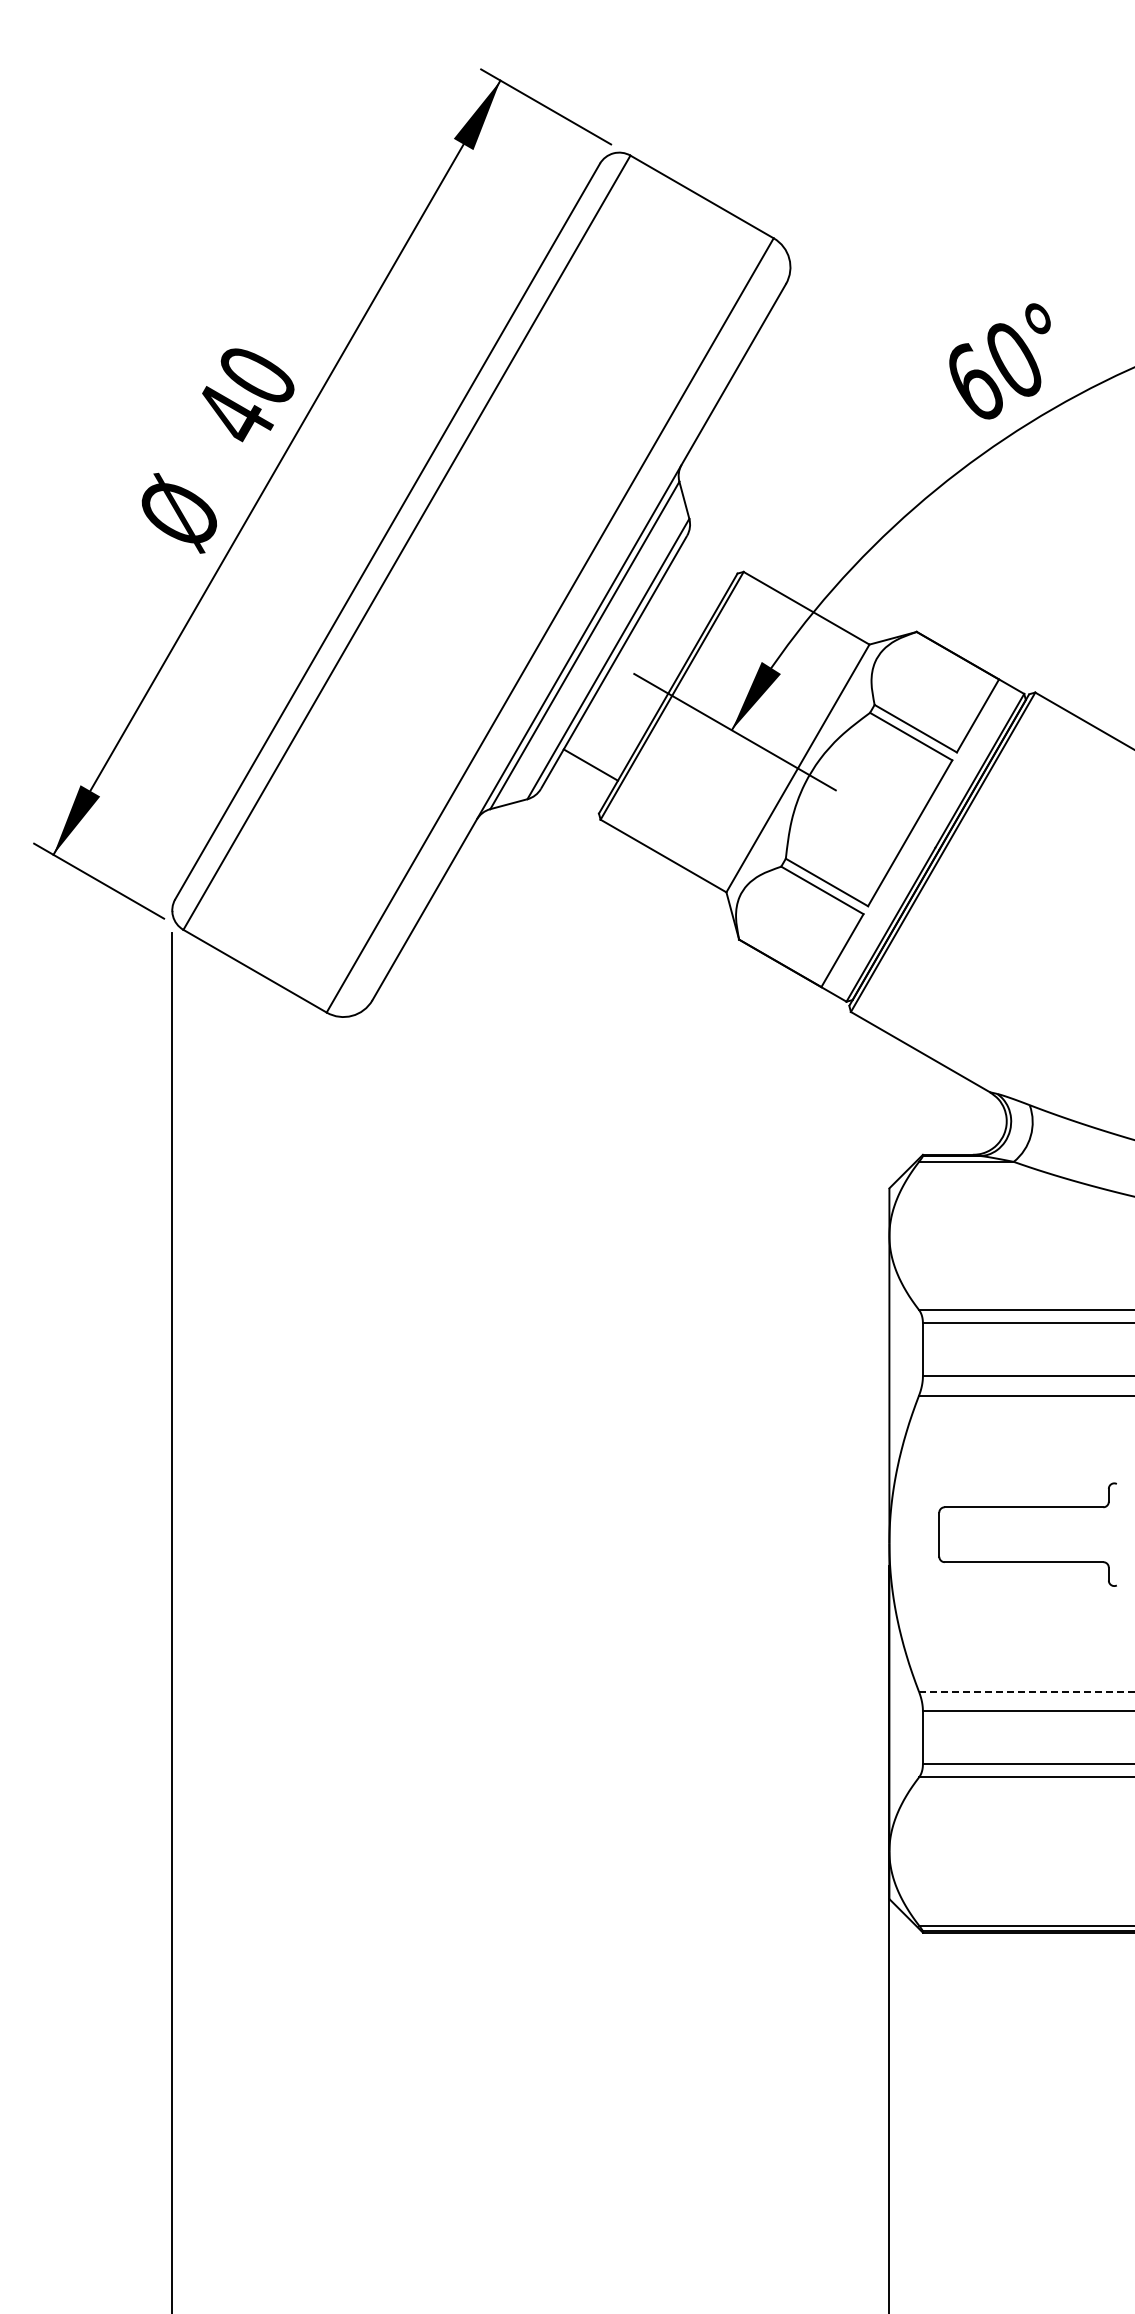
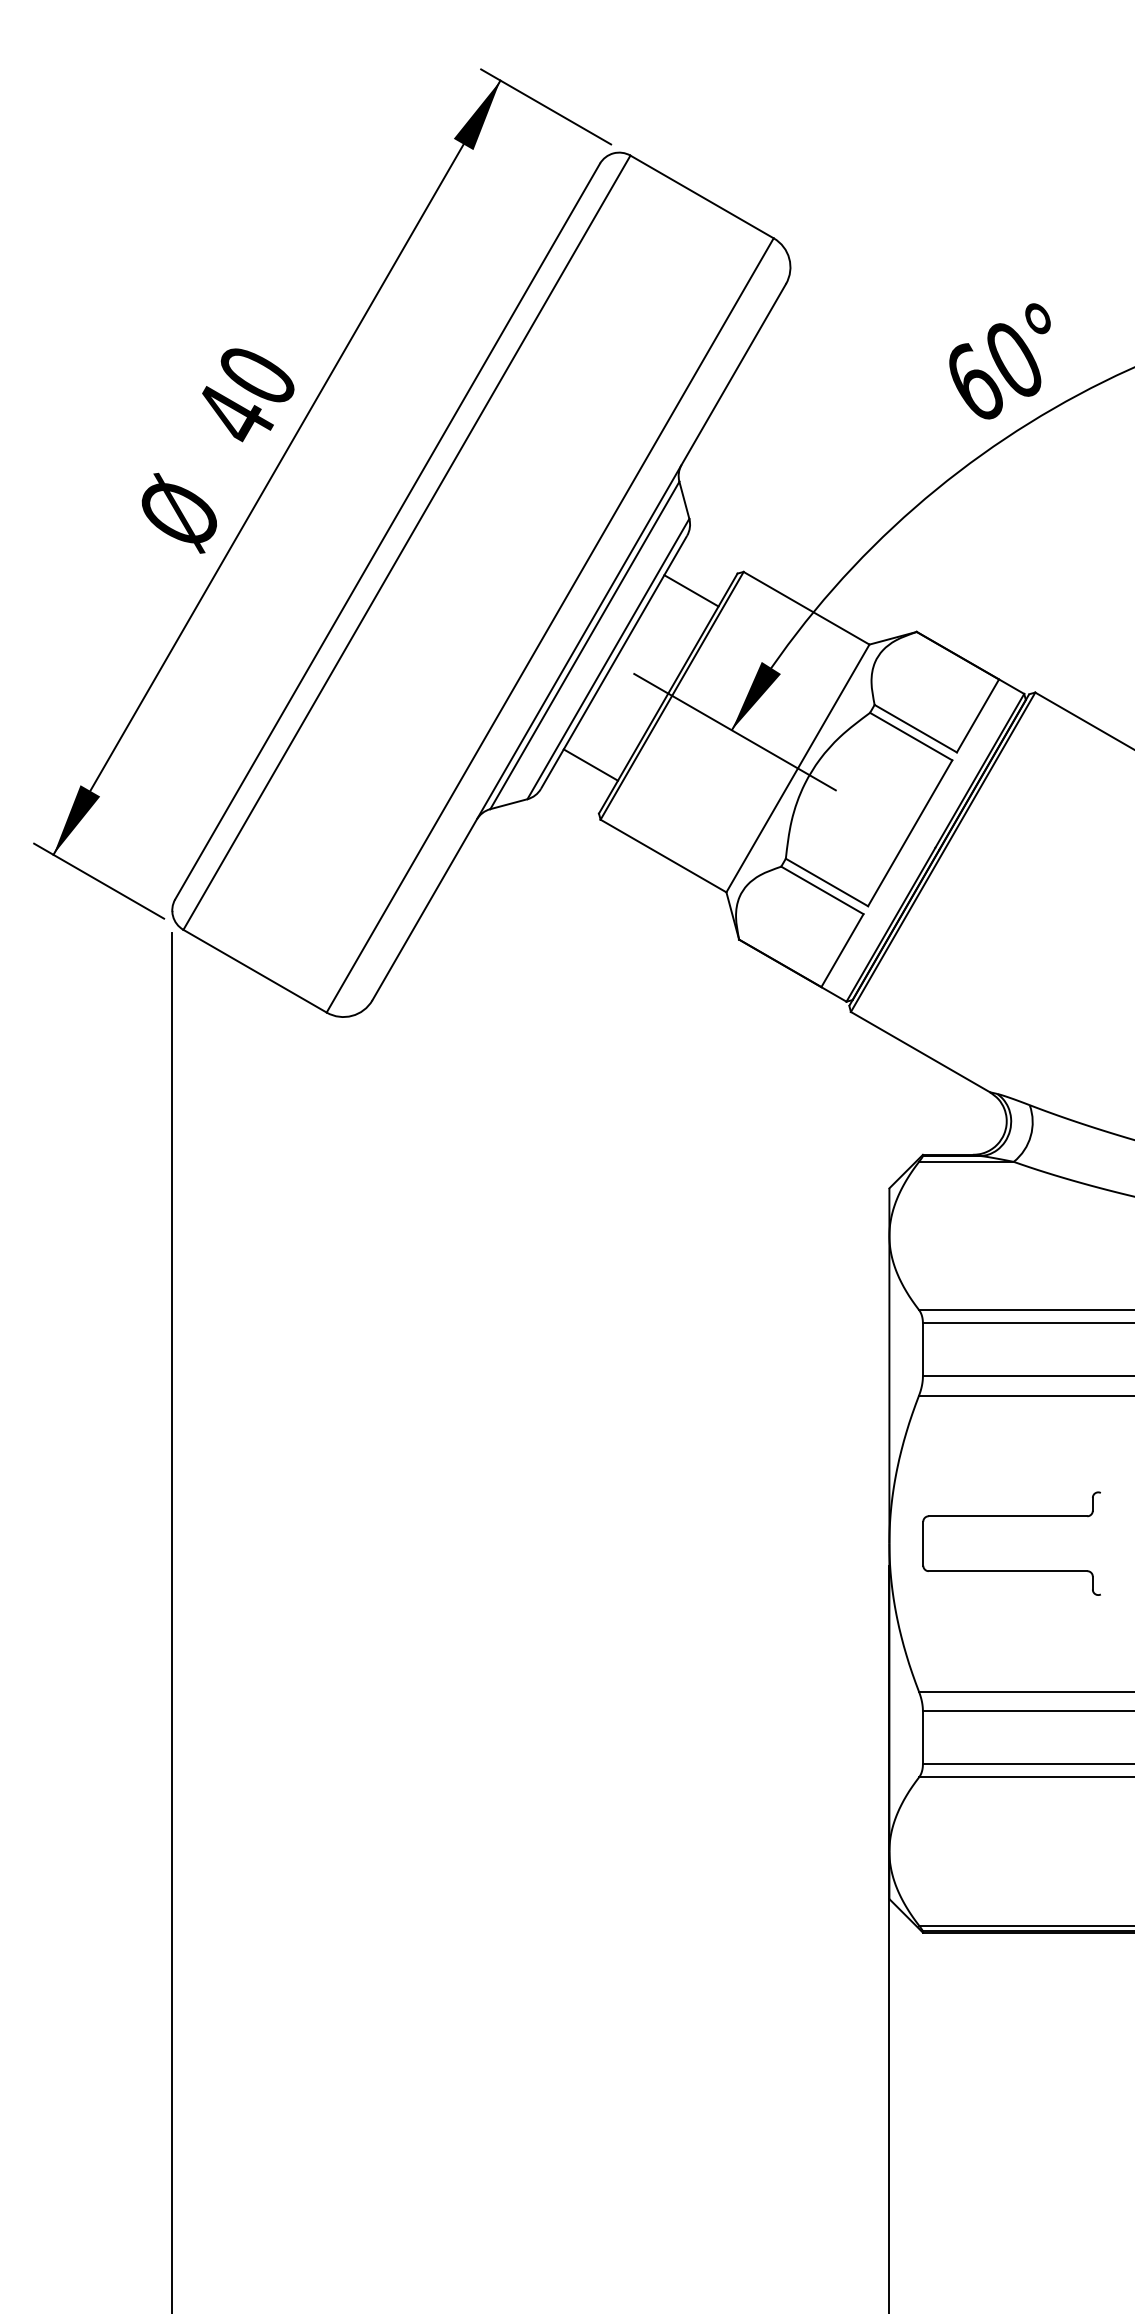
line at (691, 590): none -> present
part at (1027, 1507) position: (1027, 1507) -> (1011, 1516)
line at (1026, 1691): dashed -> solid
